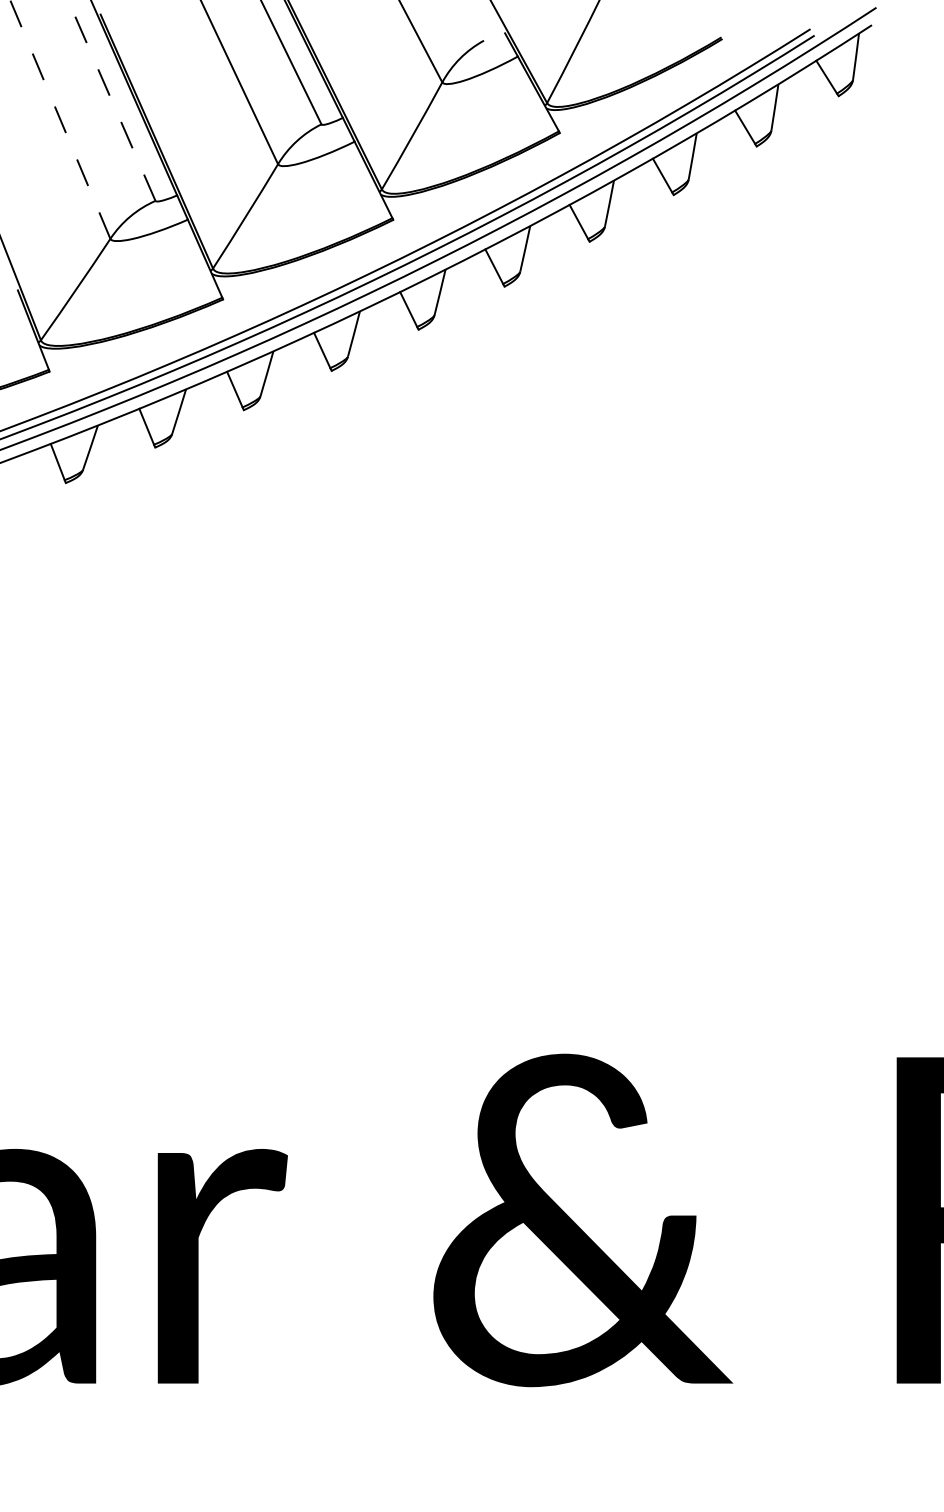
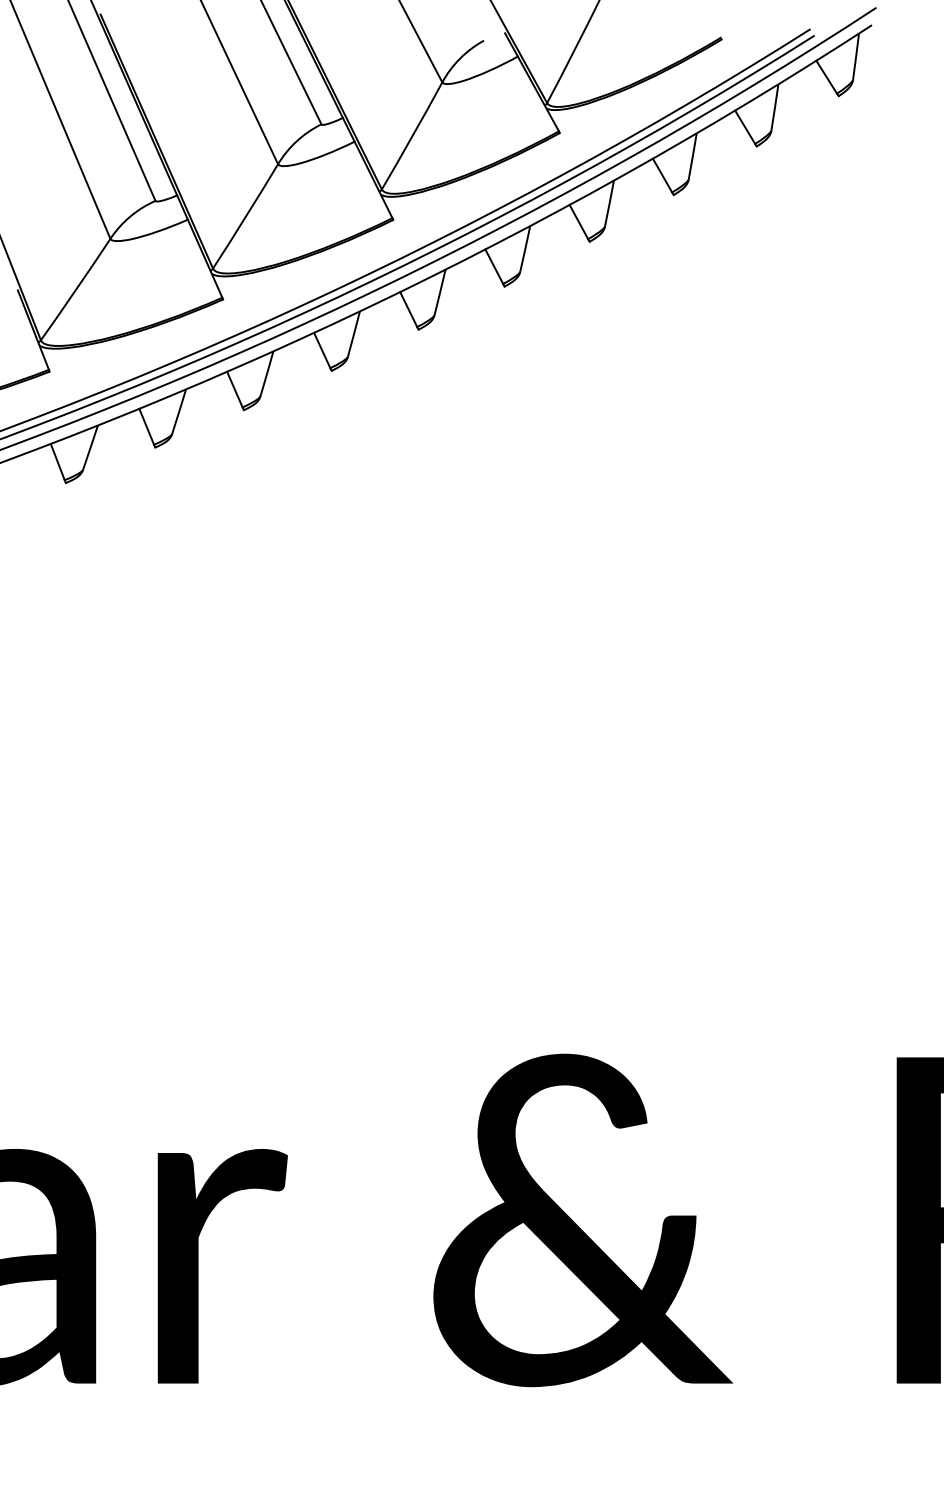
line at (111, 100): dashed -> solid
line at (60, 119): dashed -> solid
